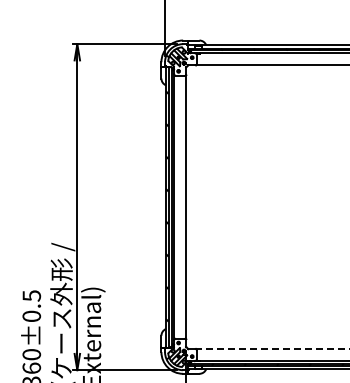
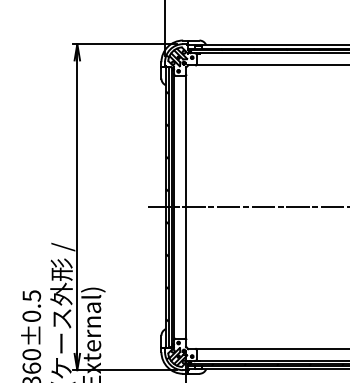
line at (246, 207): none -> present
line at (272, 348): dashed -> solid
